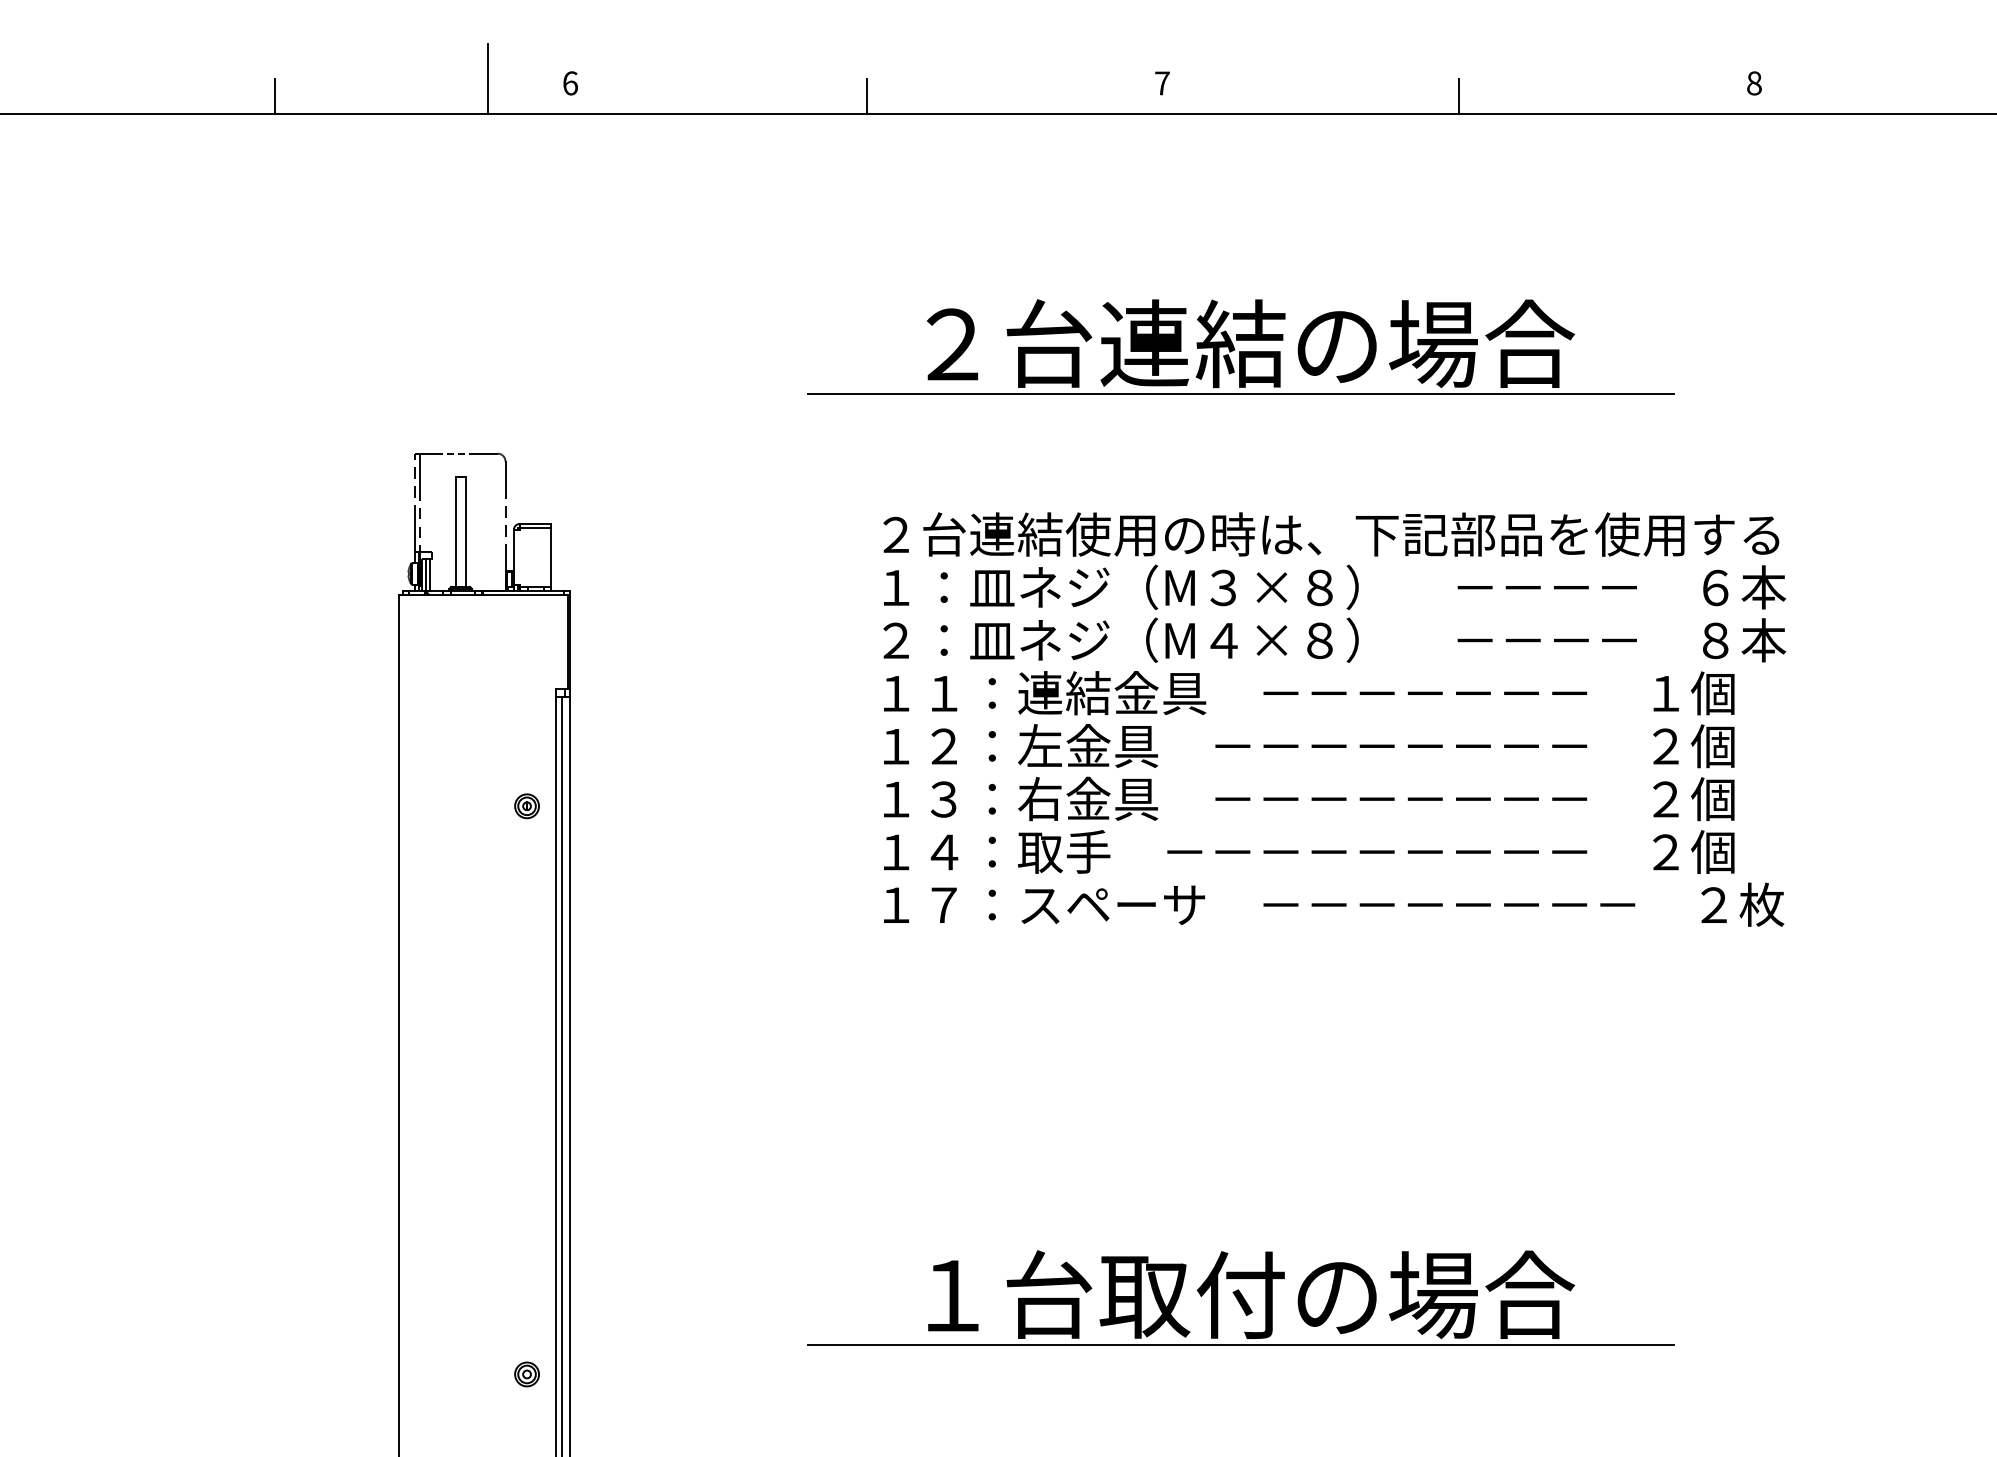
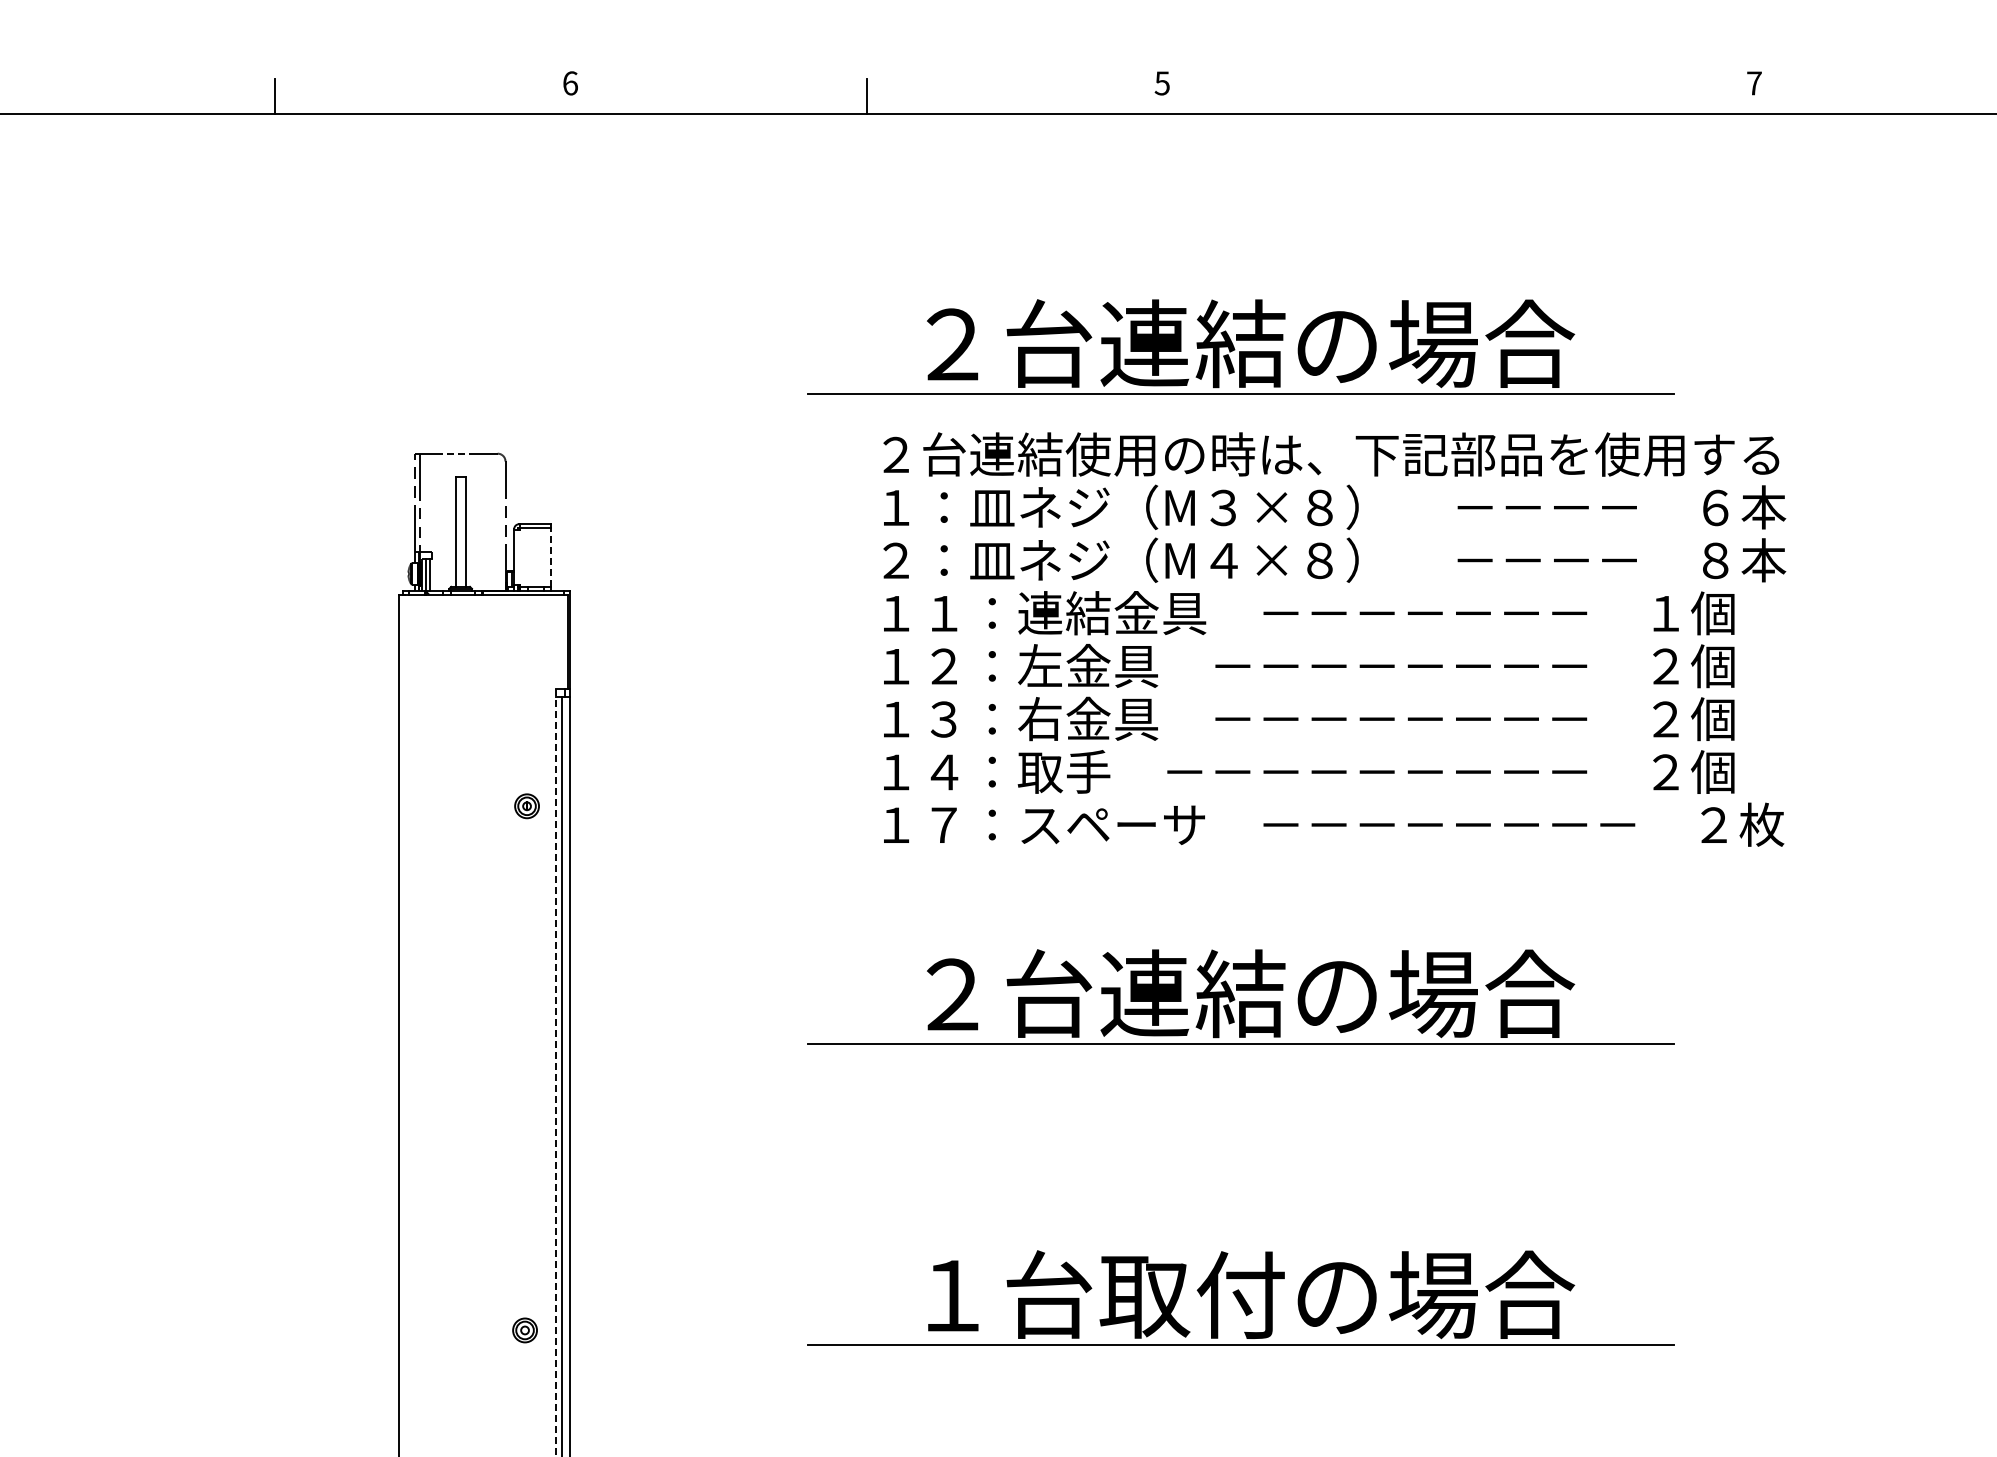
line at (488, 78): present -> none
text at (1161, 83): 7 -> 5
text at (1754, 83): 8 -> 7
line at (1458, 96): present -> none
line at (551, 557): solid -> dashed
text at (1334, 719) position: (1334, 719) -> (1334, 639)
part at (1240, 996): none -> present
line at (556, 1072): solid -> dashed
part at (526, 1374) position: (526, 1374) -> (524, 1330)
